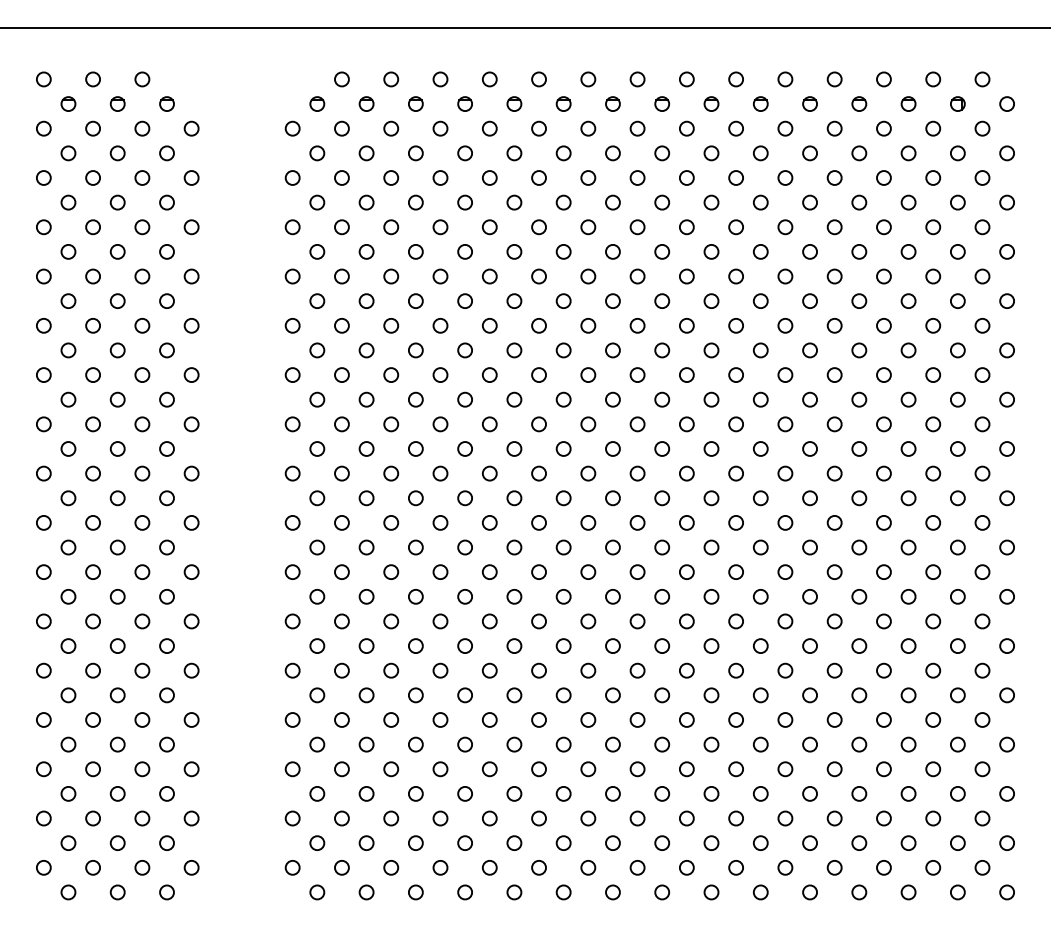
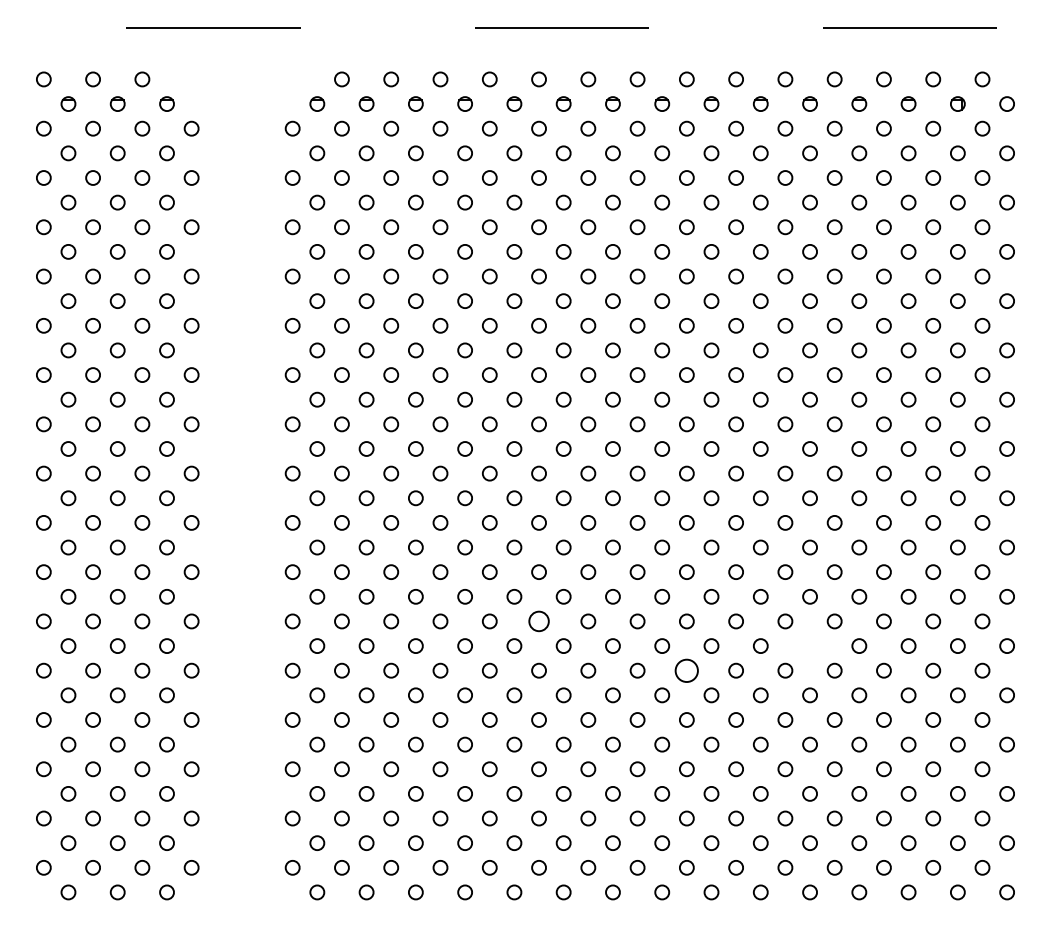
line at (526, 27): solid -> dashed
circle at (538, 621) size: 16x17 px -> 22x23 px
circle at (809, 645): present -> none
circle at (686, 670) size: 16x17 px -> 25x25 px
